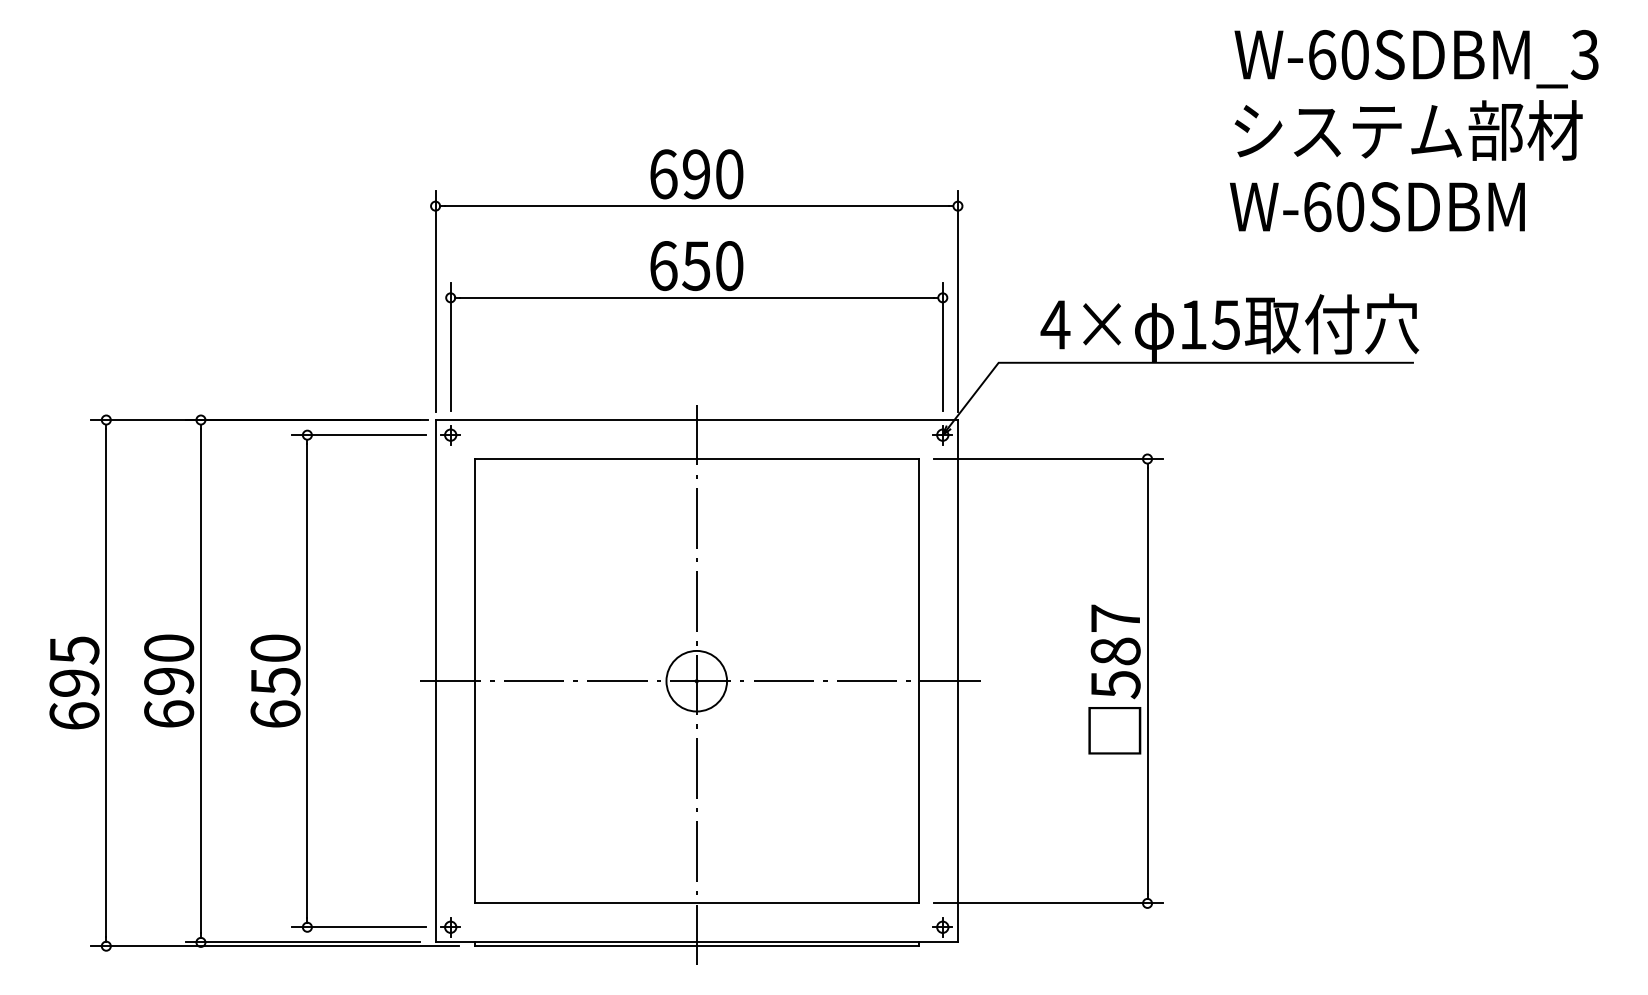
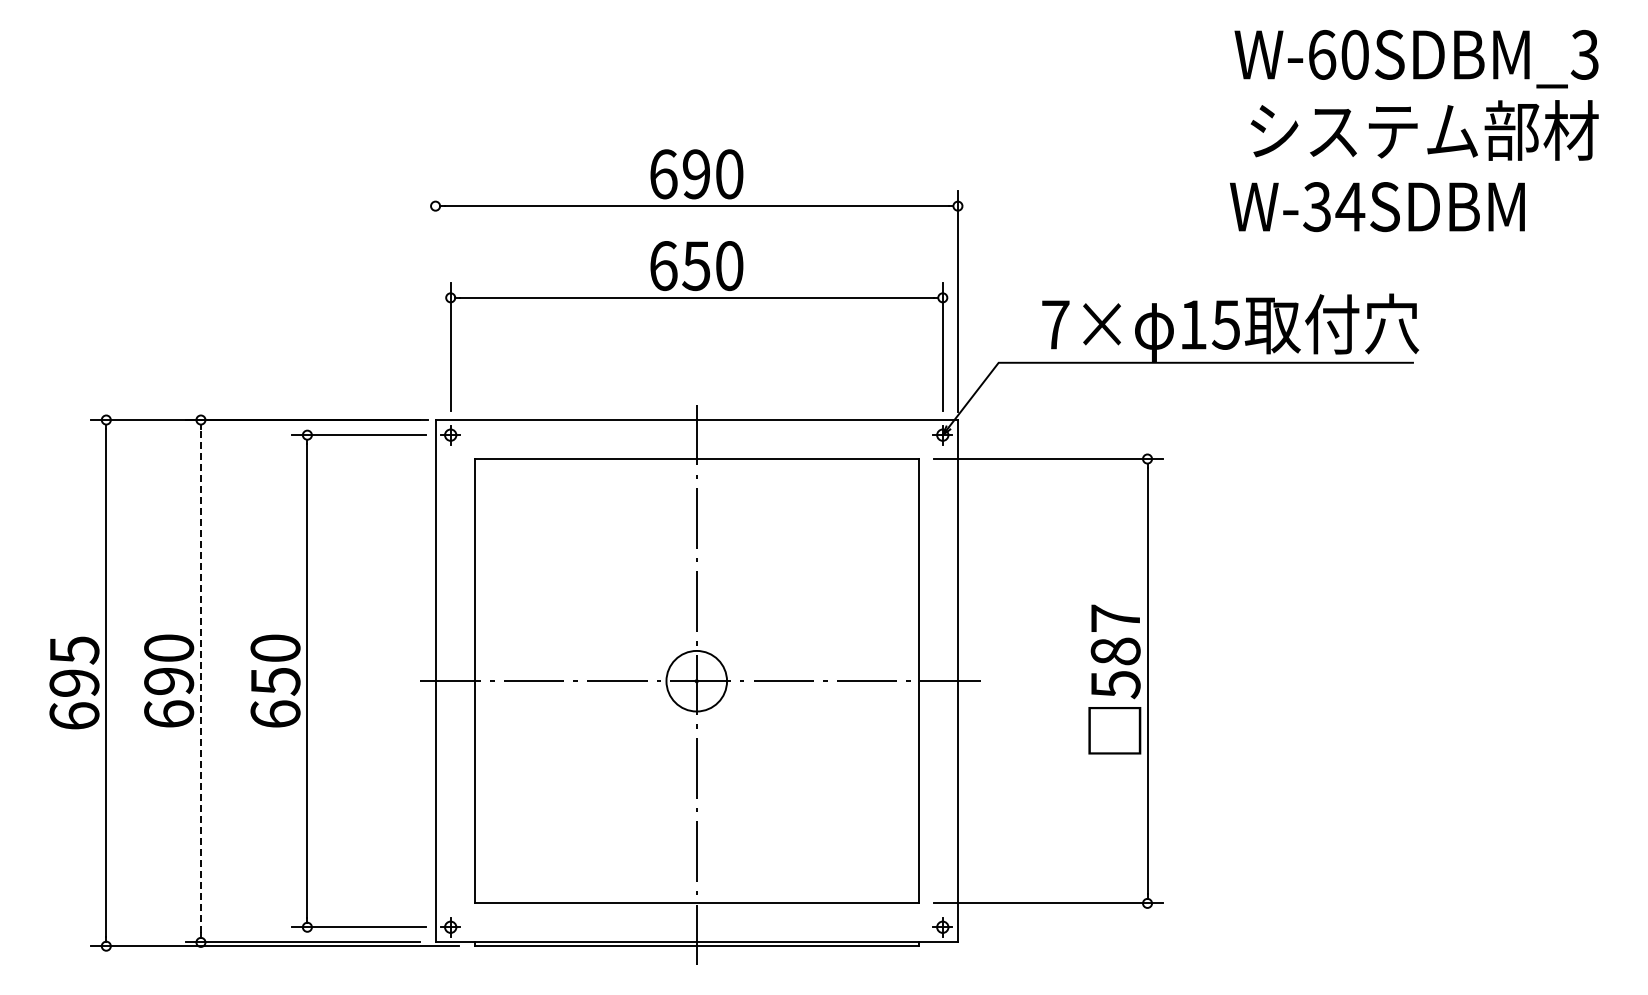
text at (1408, 130) position: (1408, 130) -> (1424, 130)
text at (1334, 207): W-60SDBM -> W-34SDBM
line at (435, 301): present -> none
text at (1055, 324): 4× -> 7×
line at (200, 680): solid -> dashed
